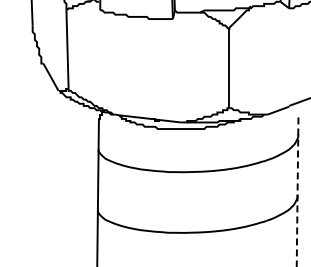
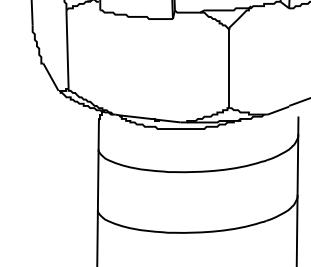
line at (297, 192): dashed -> solid
